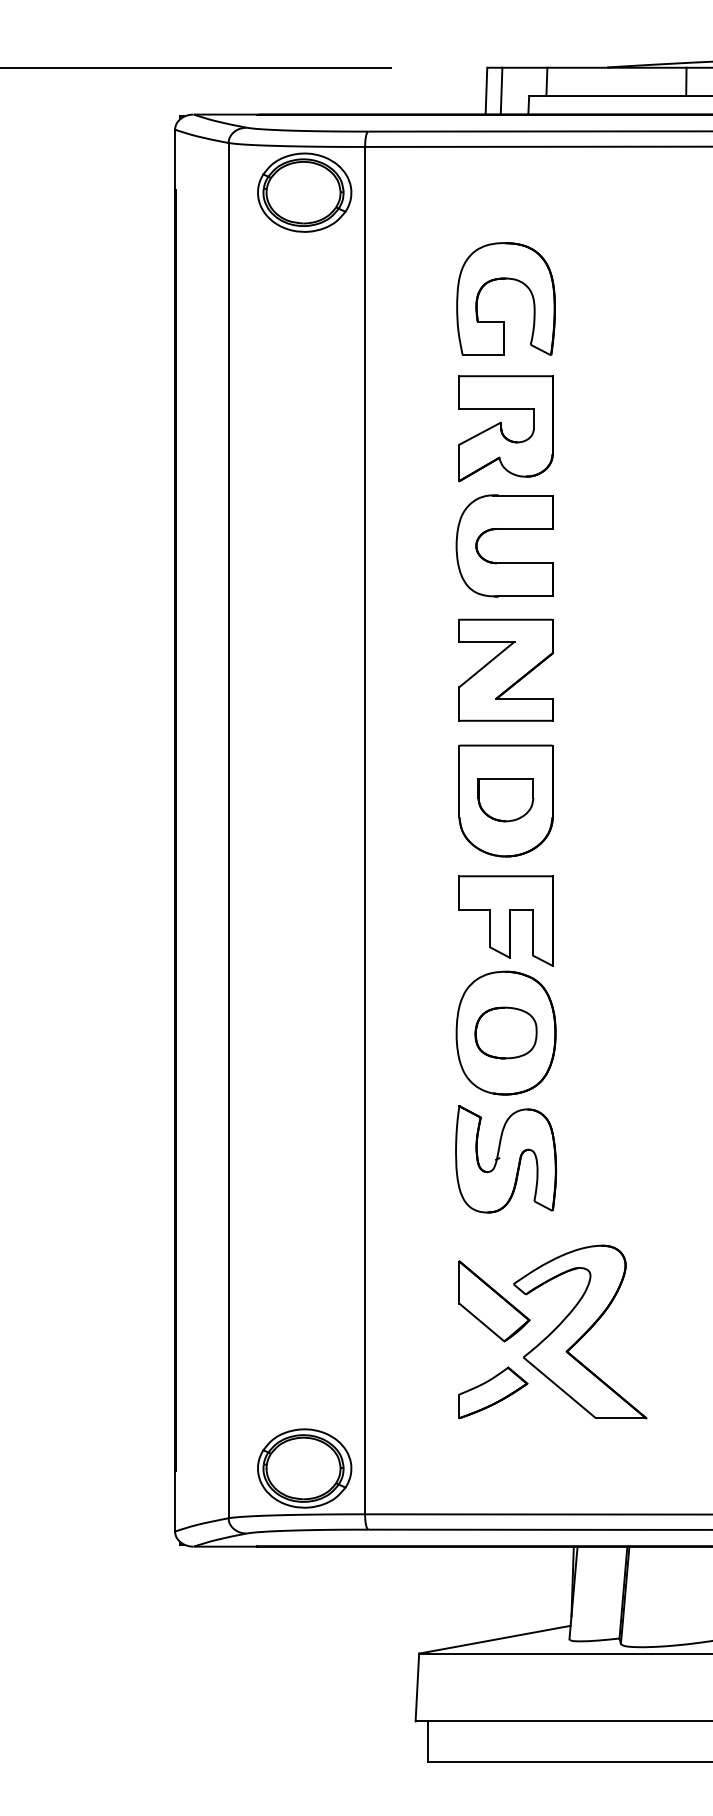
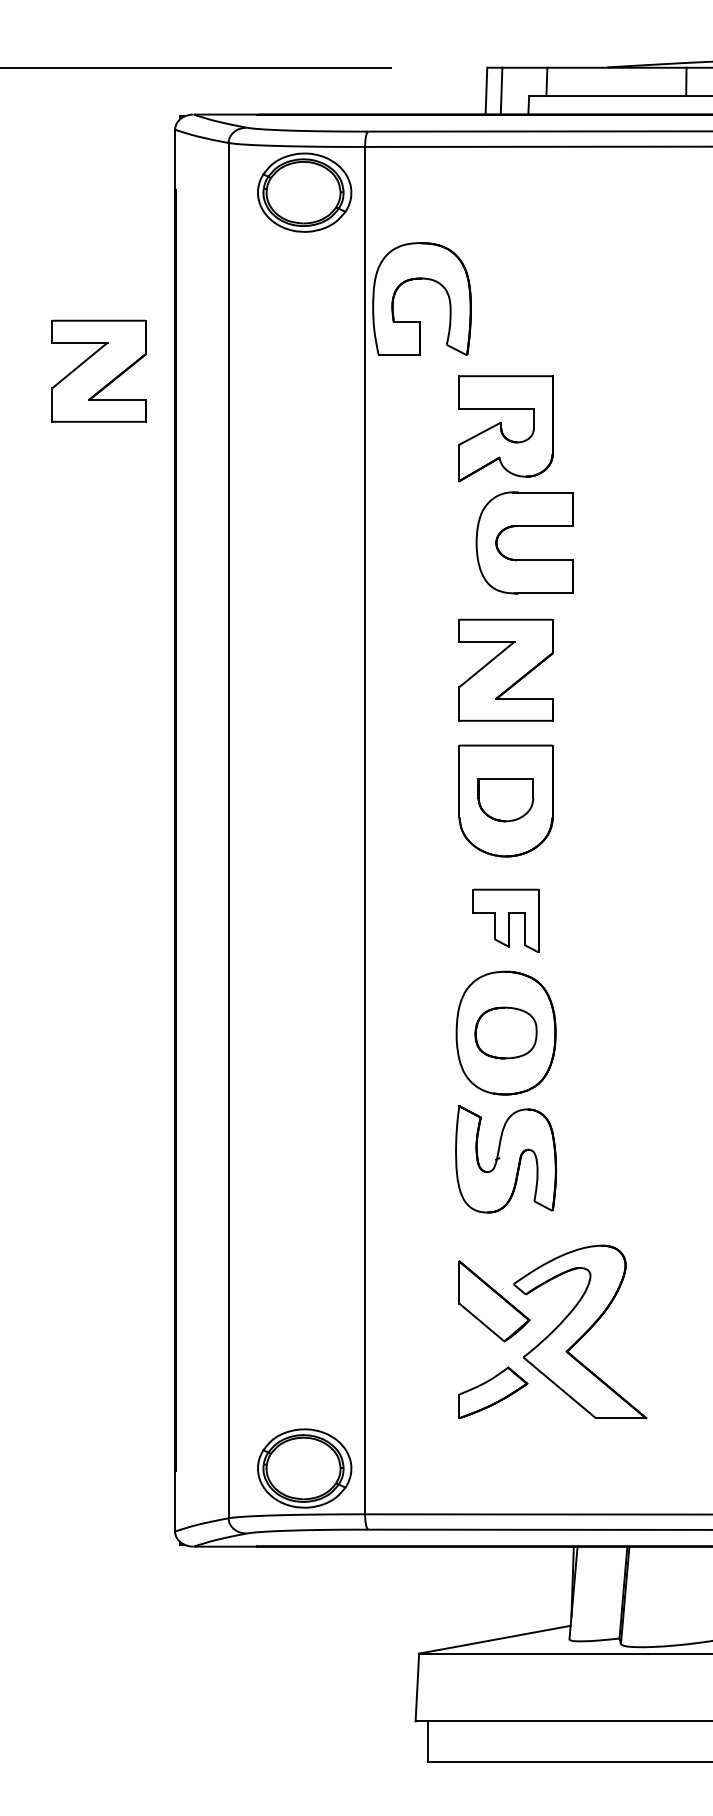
part at (505, 279) position: (505, 279) -> (421, 279)
part at (98, 370): none -> present
part at (504, 529) position: (504, 529) -> (524, 526)
part at (505, 920) size: 96x92 px -> 68x65 px
